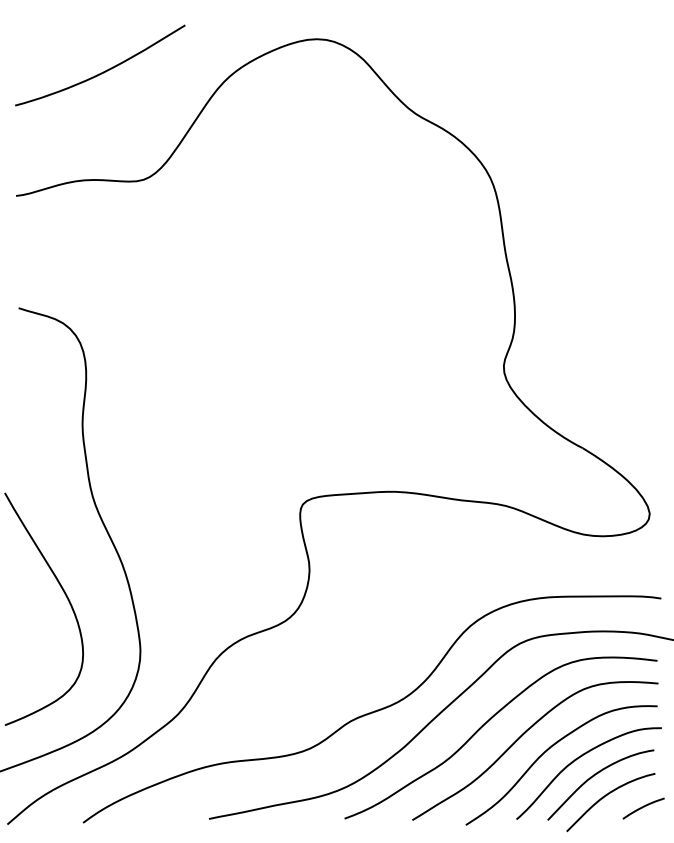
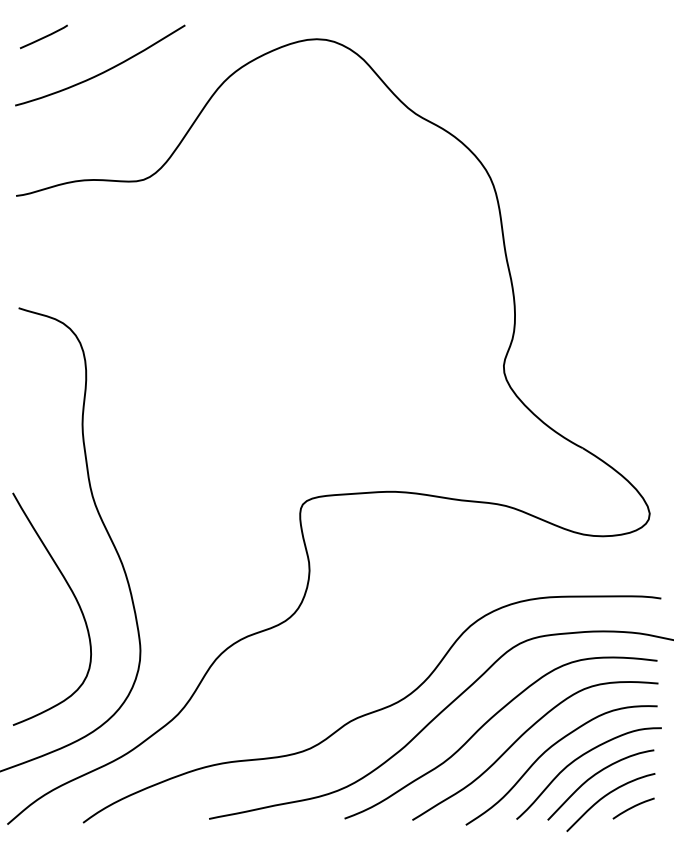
line at (43, 36): none -> present
curve at (65, 596) position: (65, 596) -> (73, 596)
curve at (643, 807) position: (643, 807) -> (633, 807)
